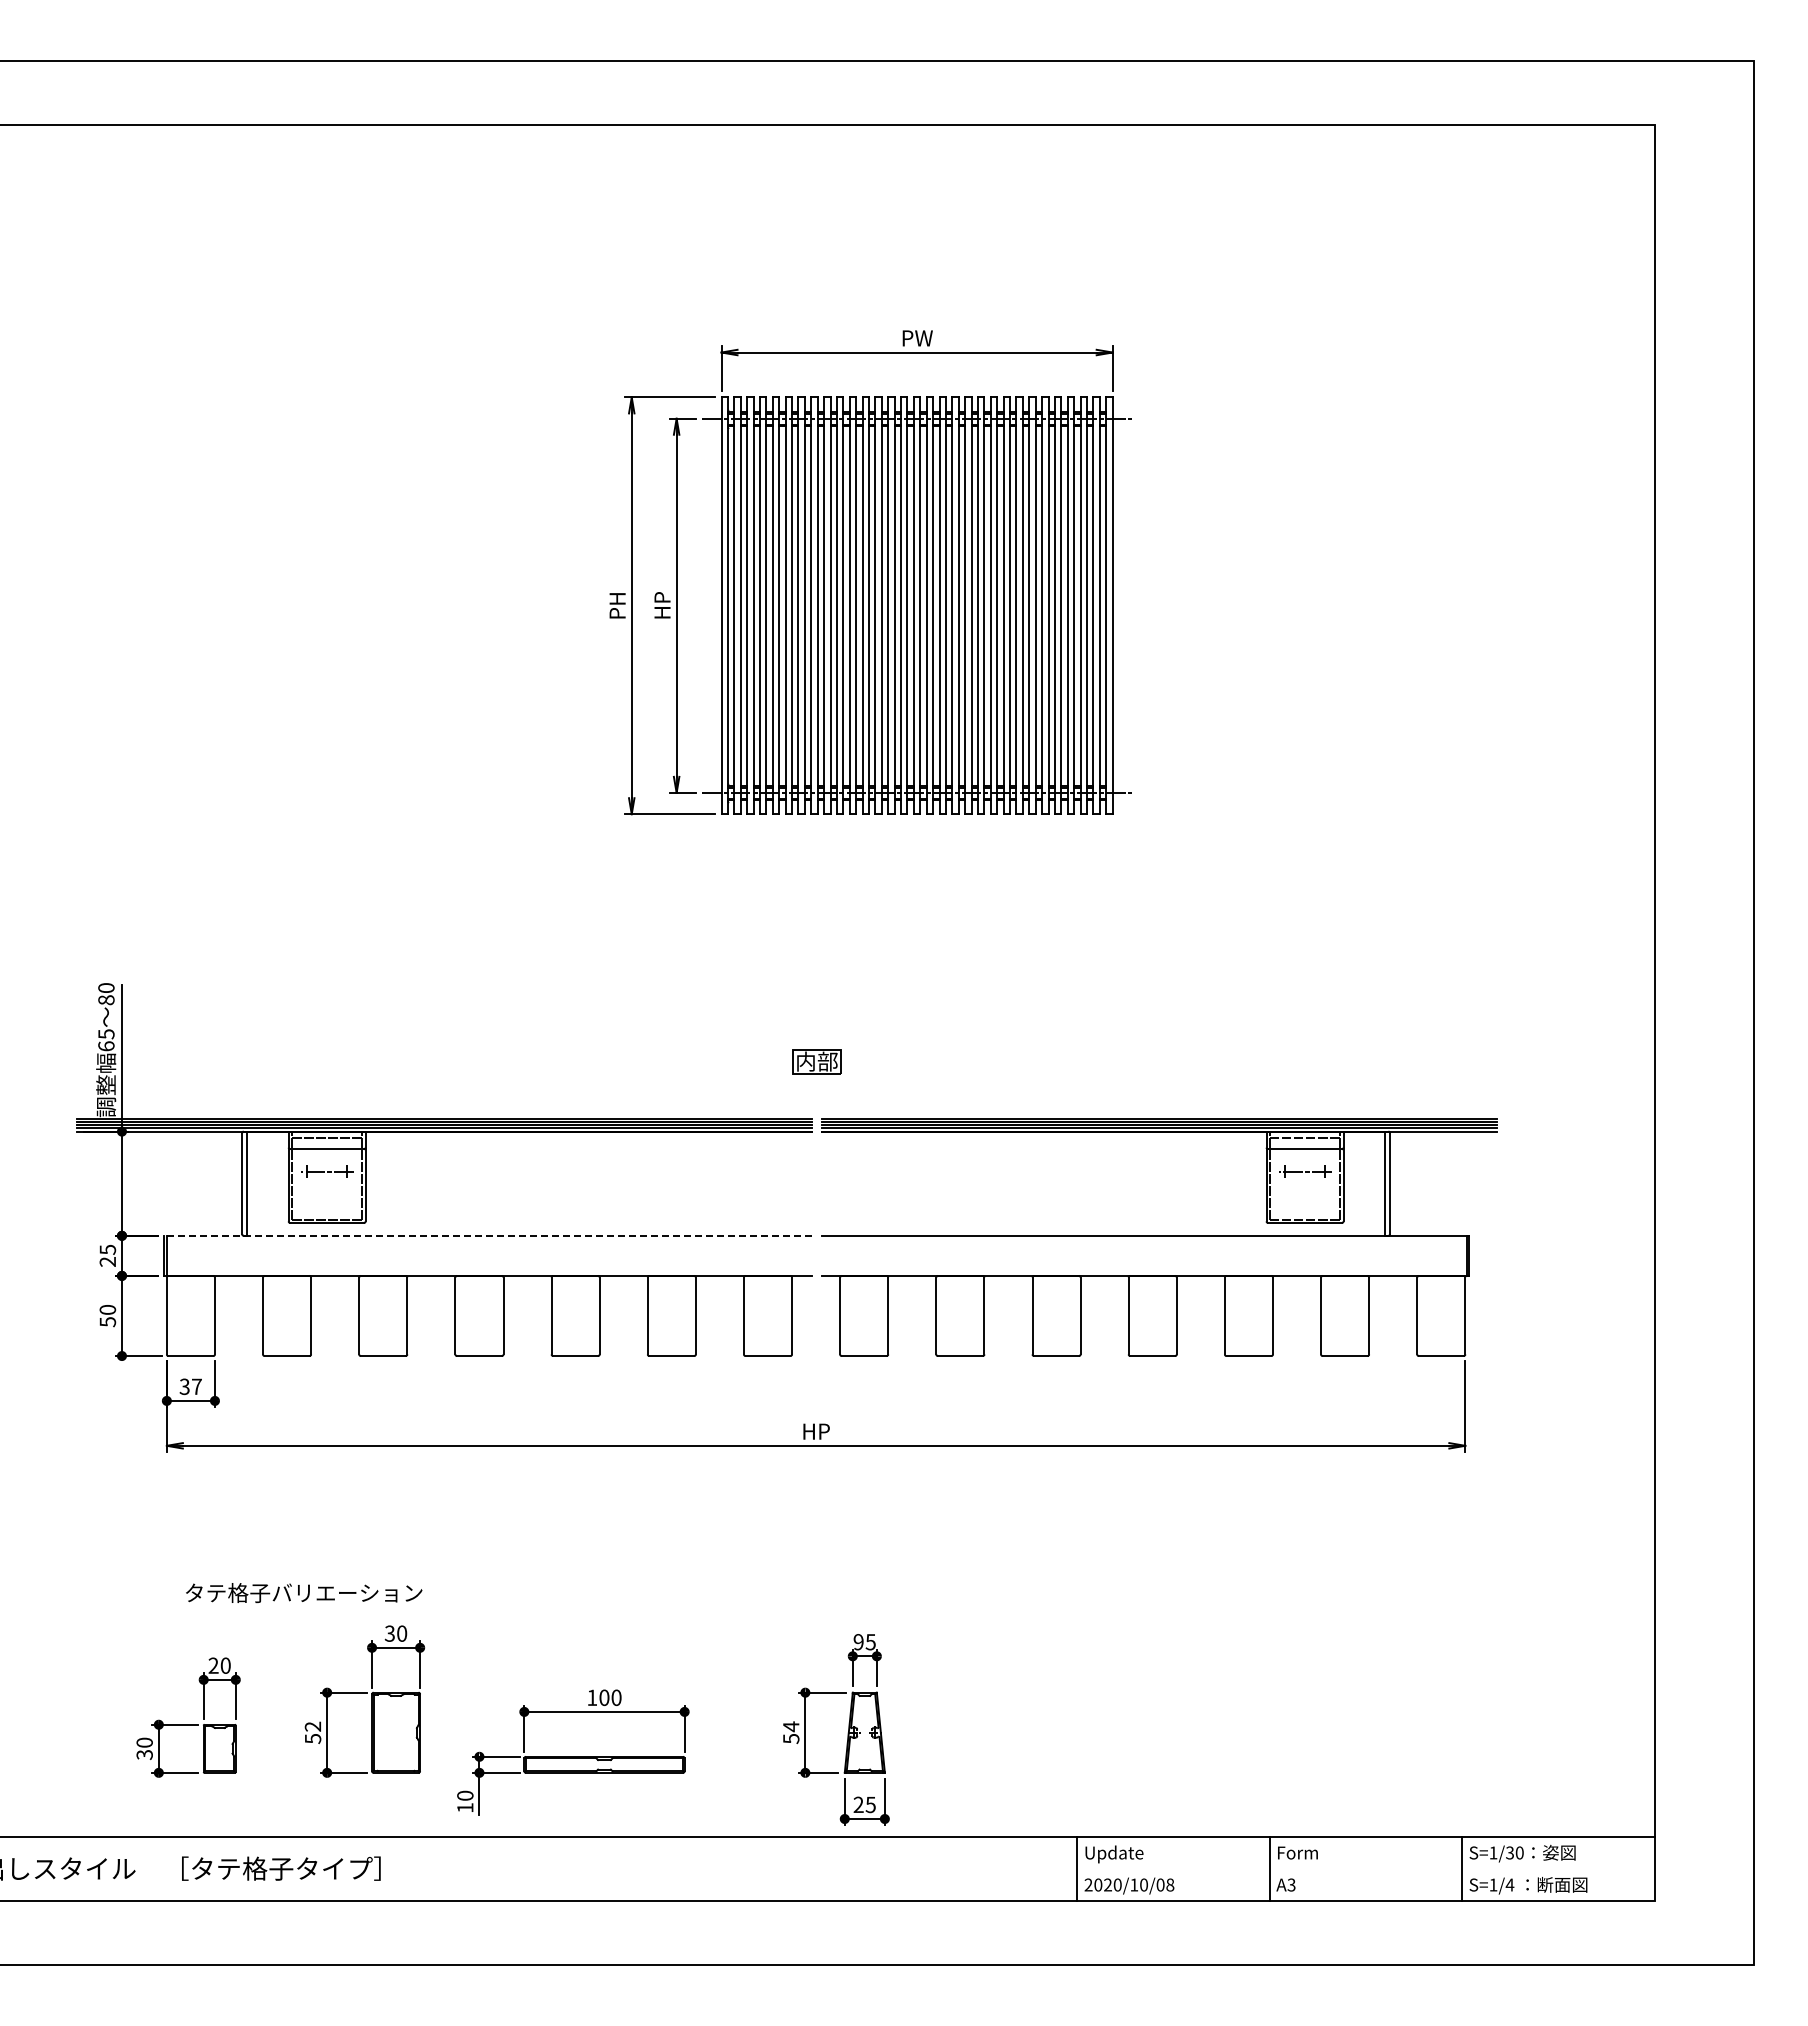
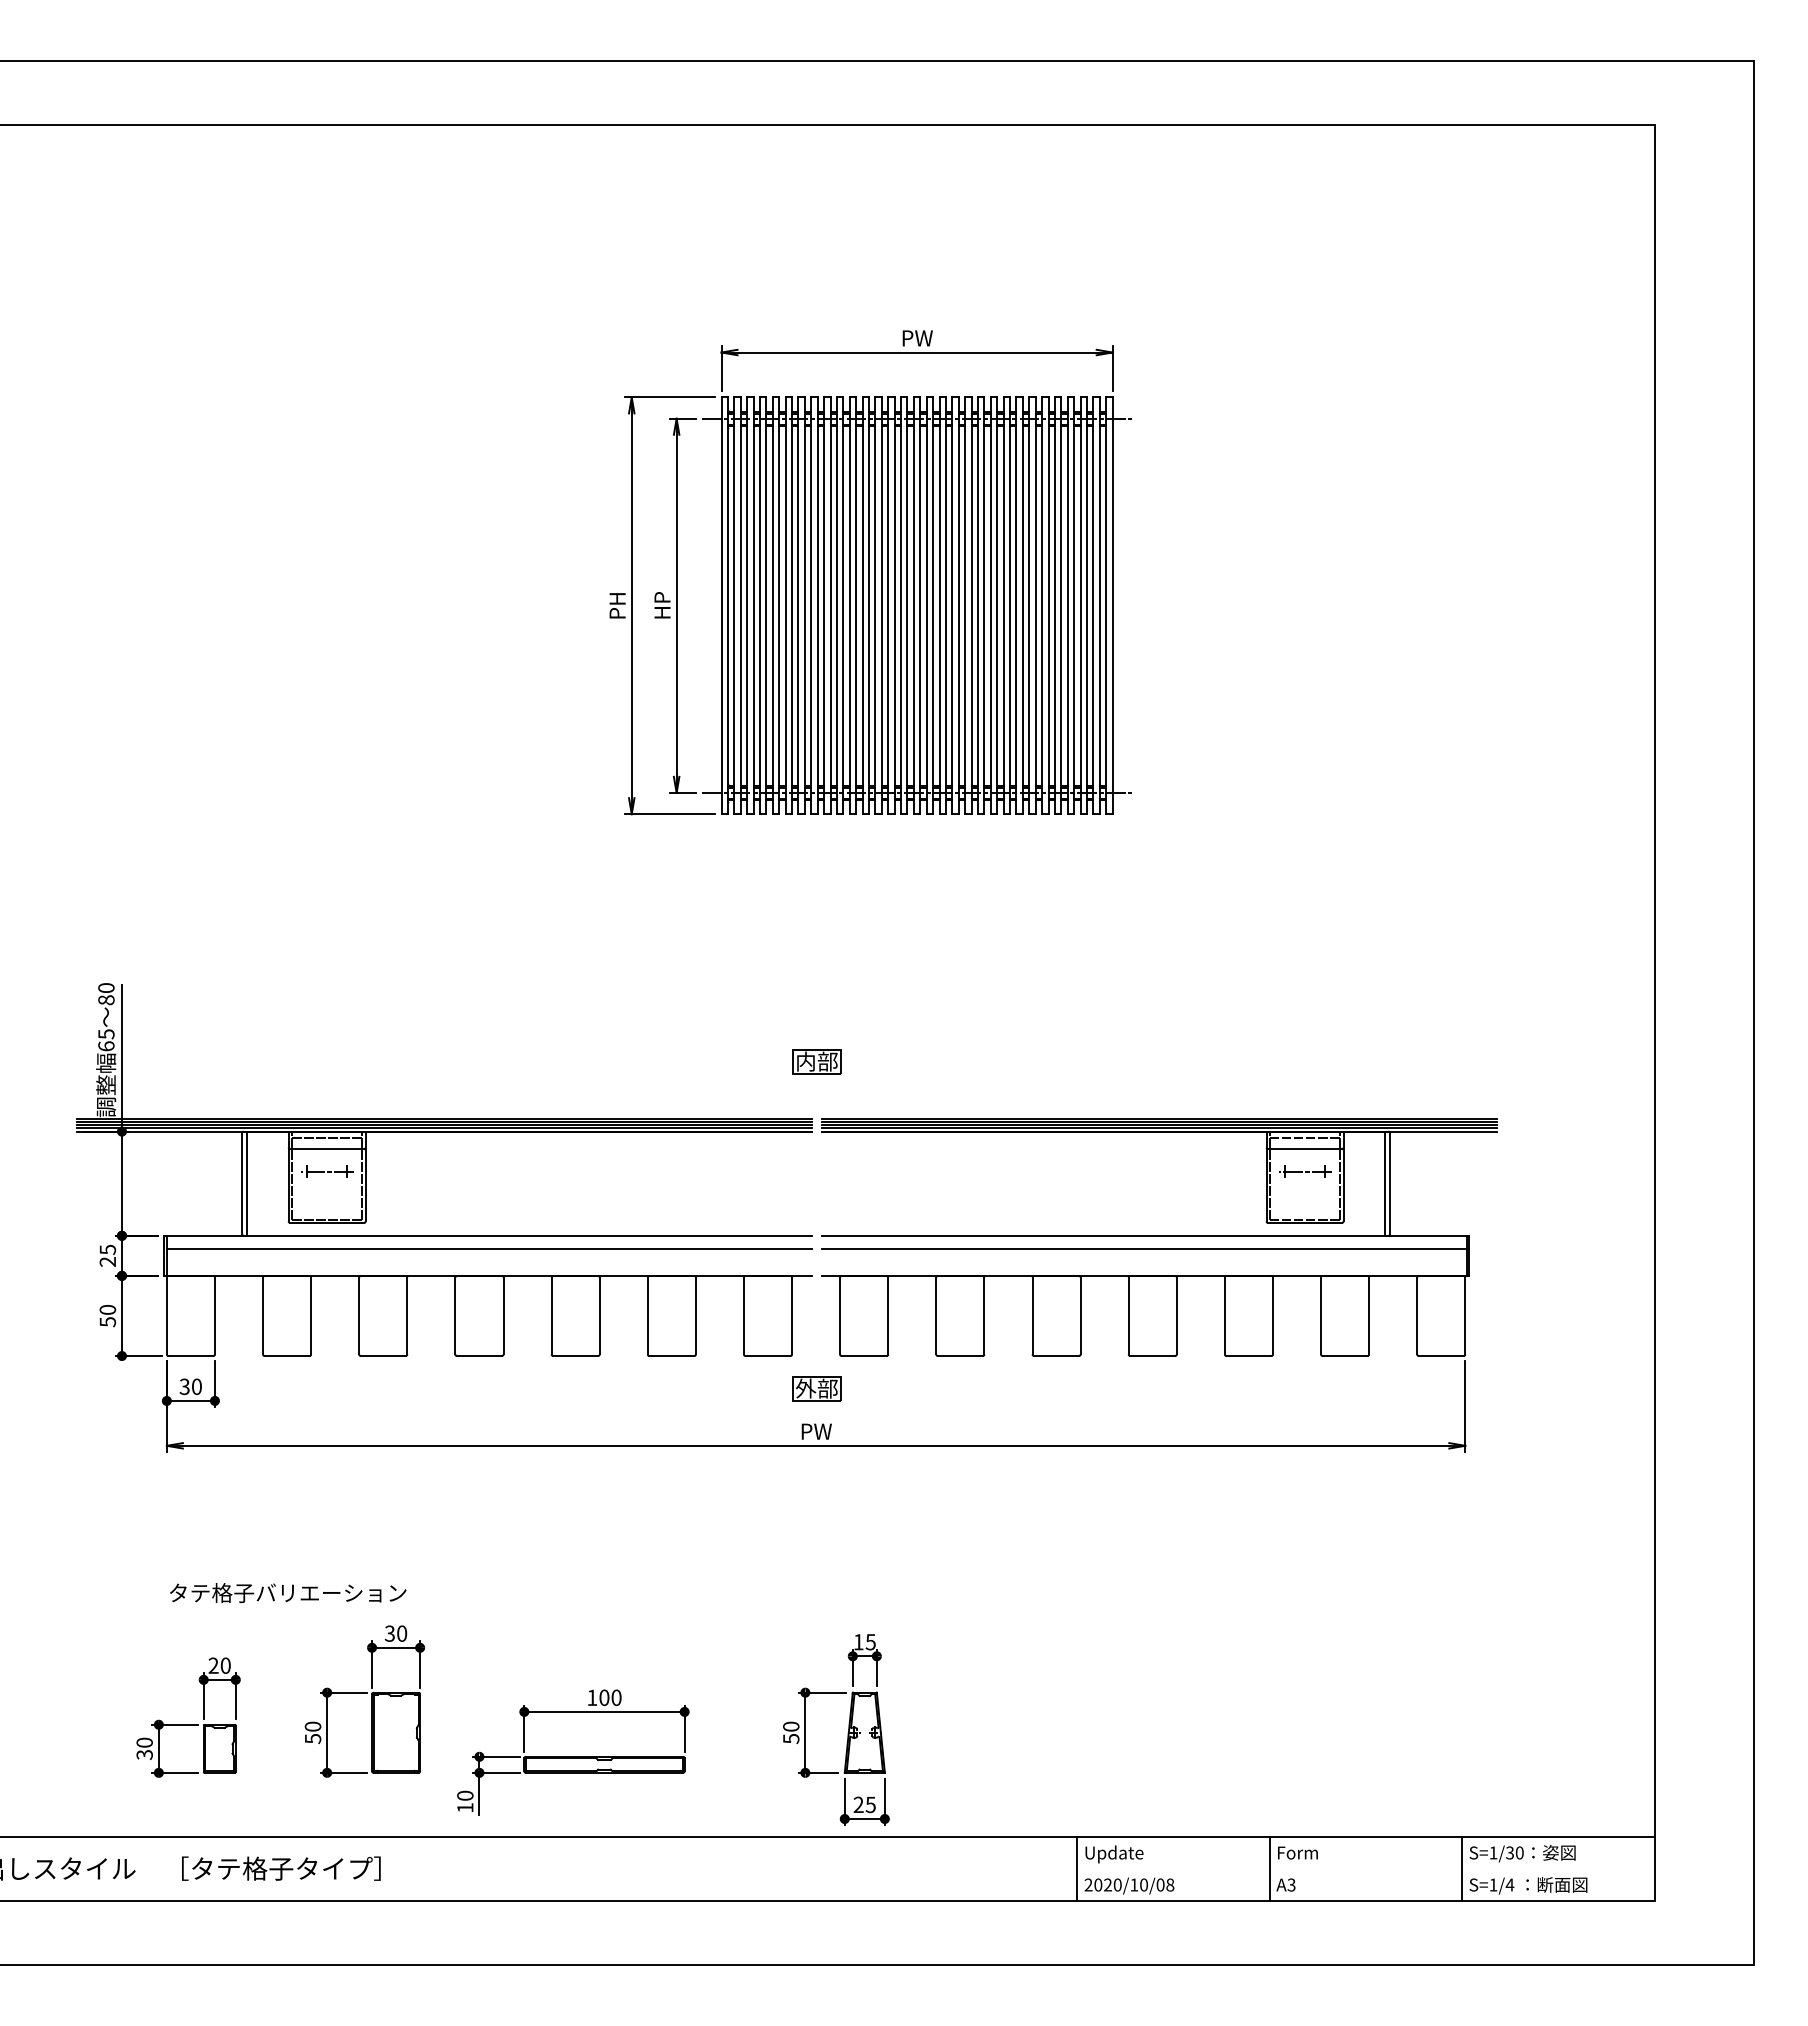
line at (488, 1235): dashed -> solid
line at (489, 1248): none -> present
line at (1143, 1248): none -> present
text at (196, 1386): 37 -> 30
part at (816, 1388): none -> present
text at (816, 1431): HP -> PW
text at (304, 1592) position: (304, 1592) -> (288, 1592)
text at (858, 1642): 95 -> 15
text at (313, 1726): 52 -> 50
text at (791, 1726): 54 -> 50
